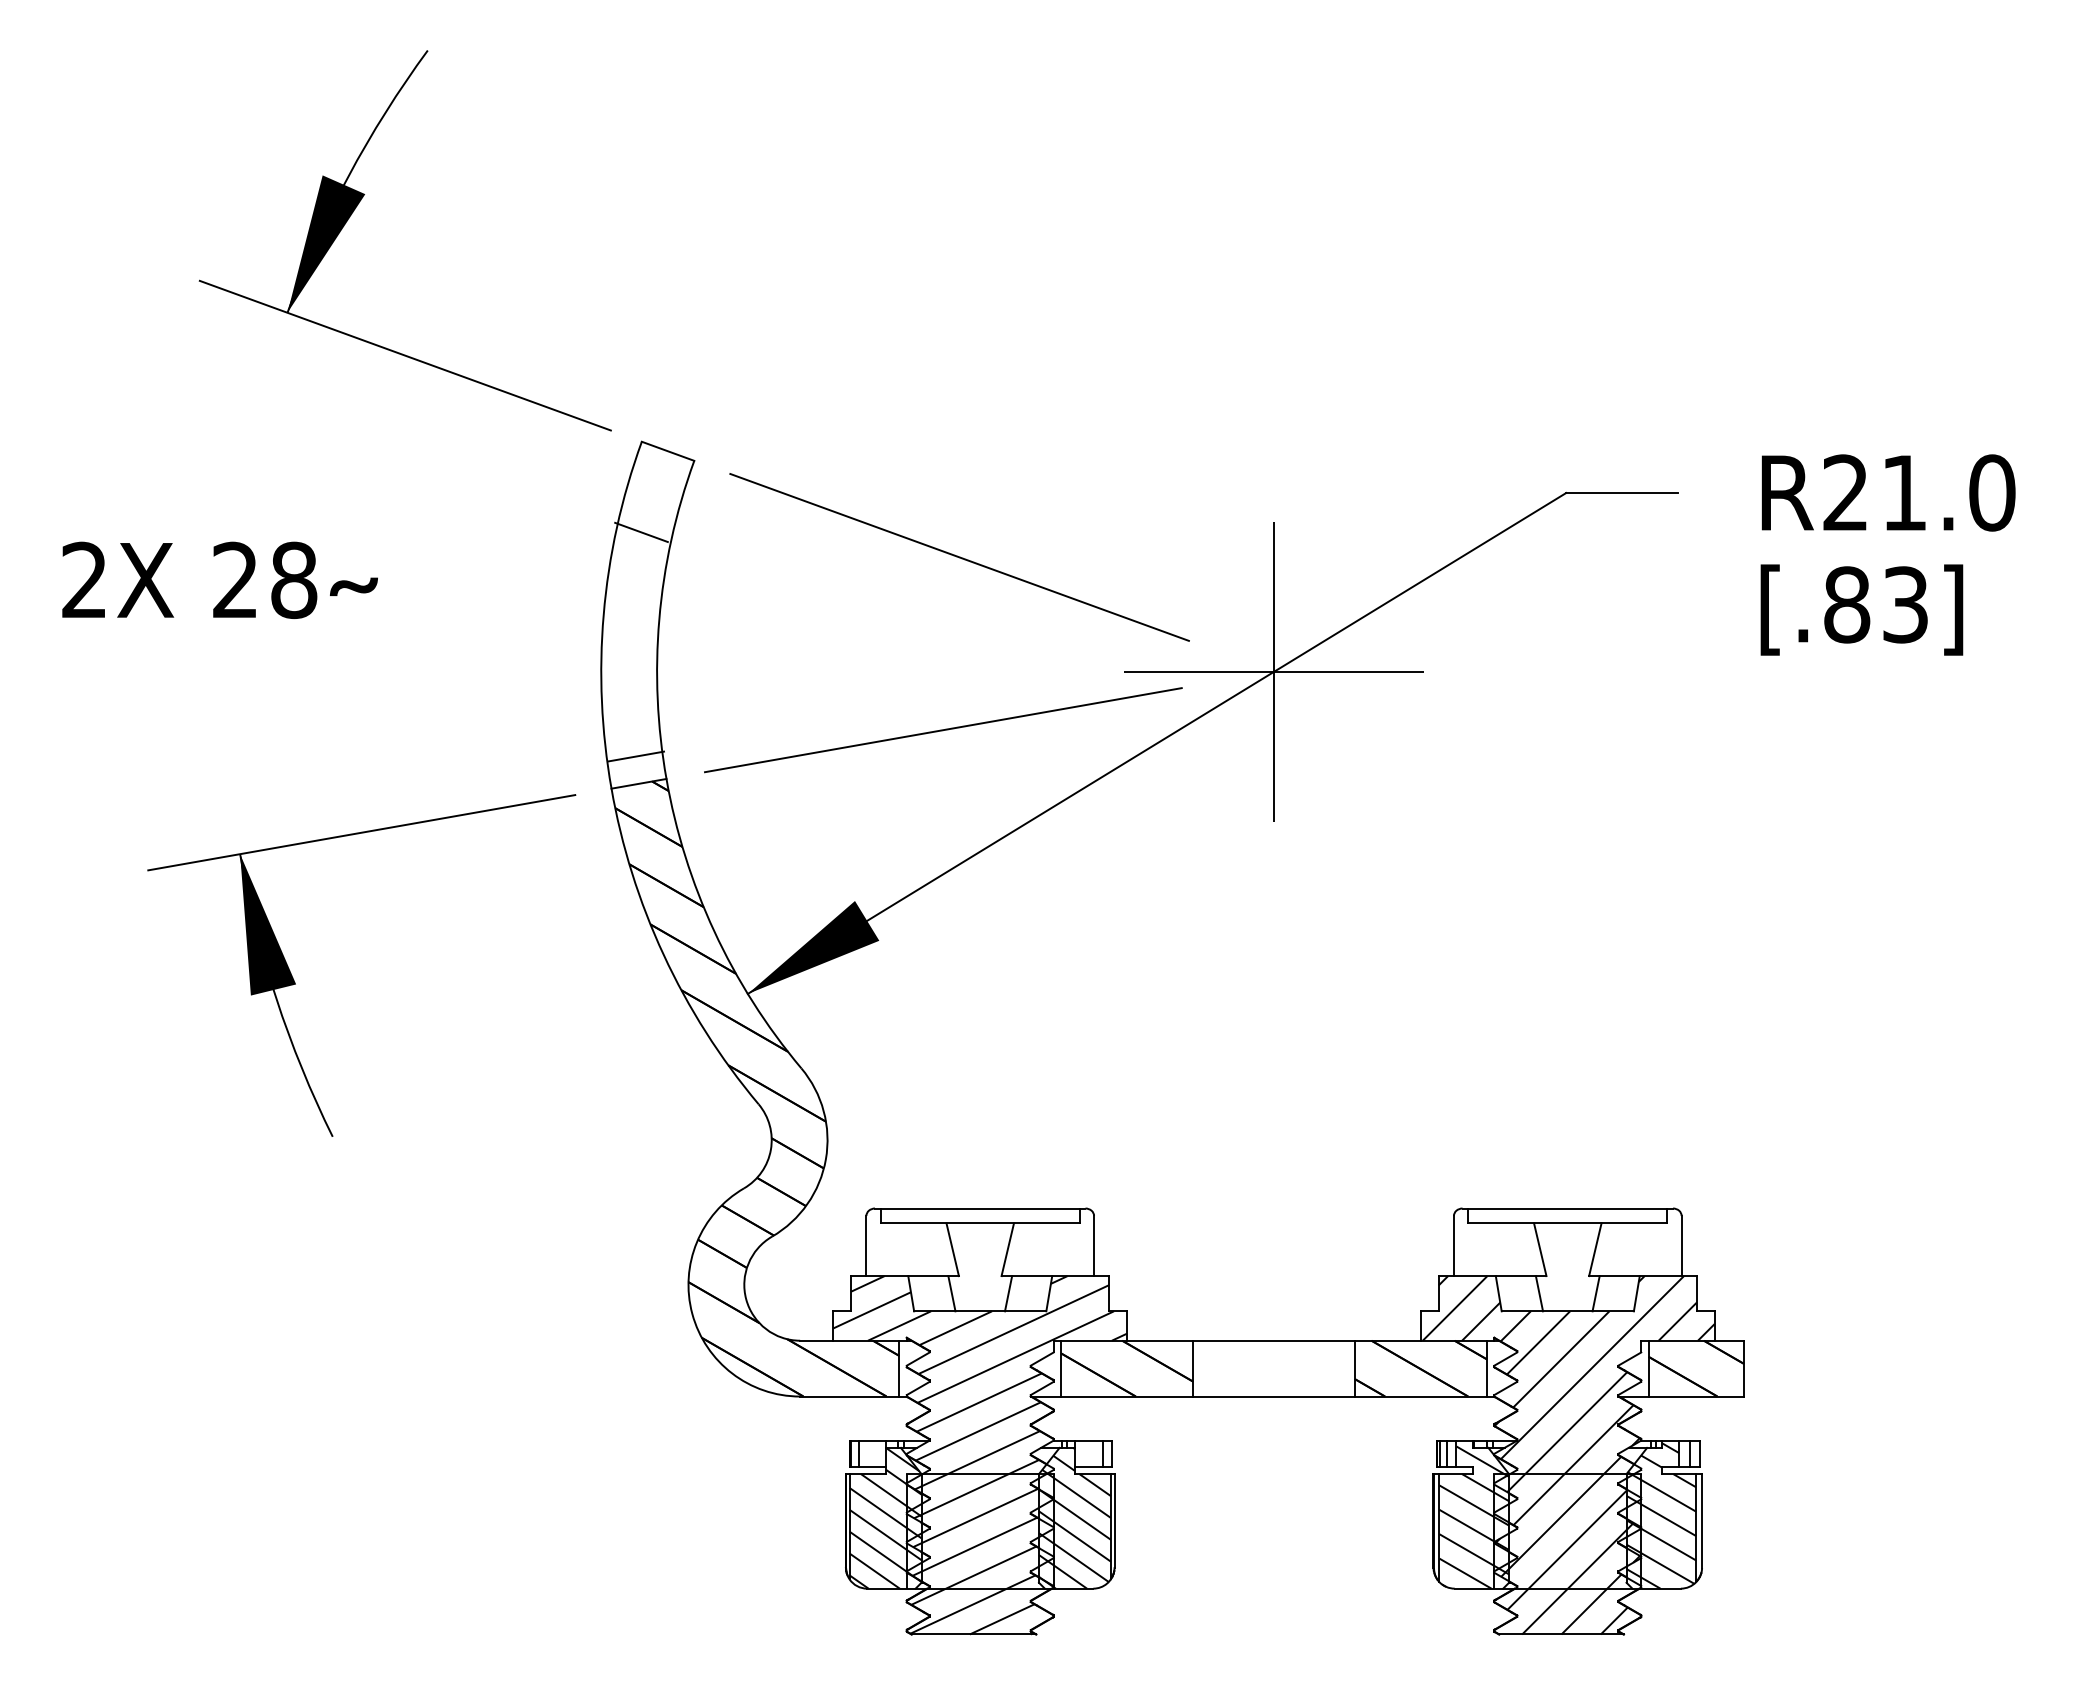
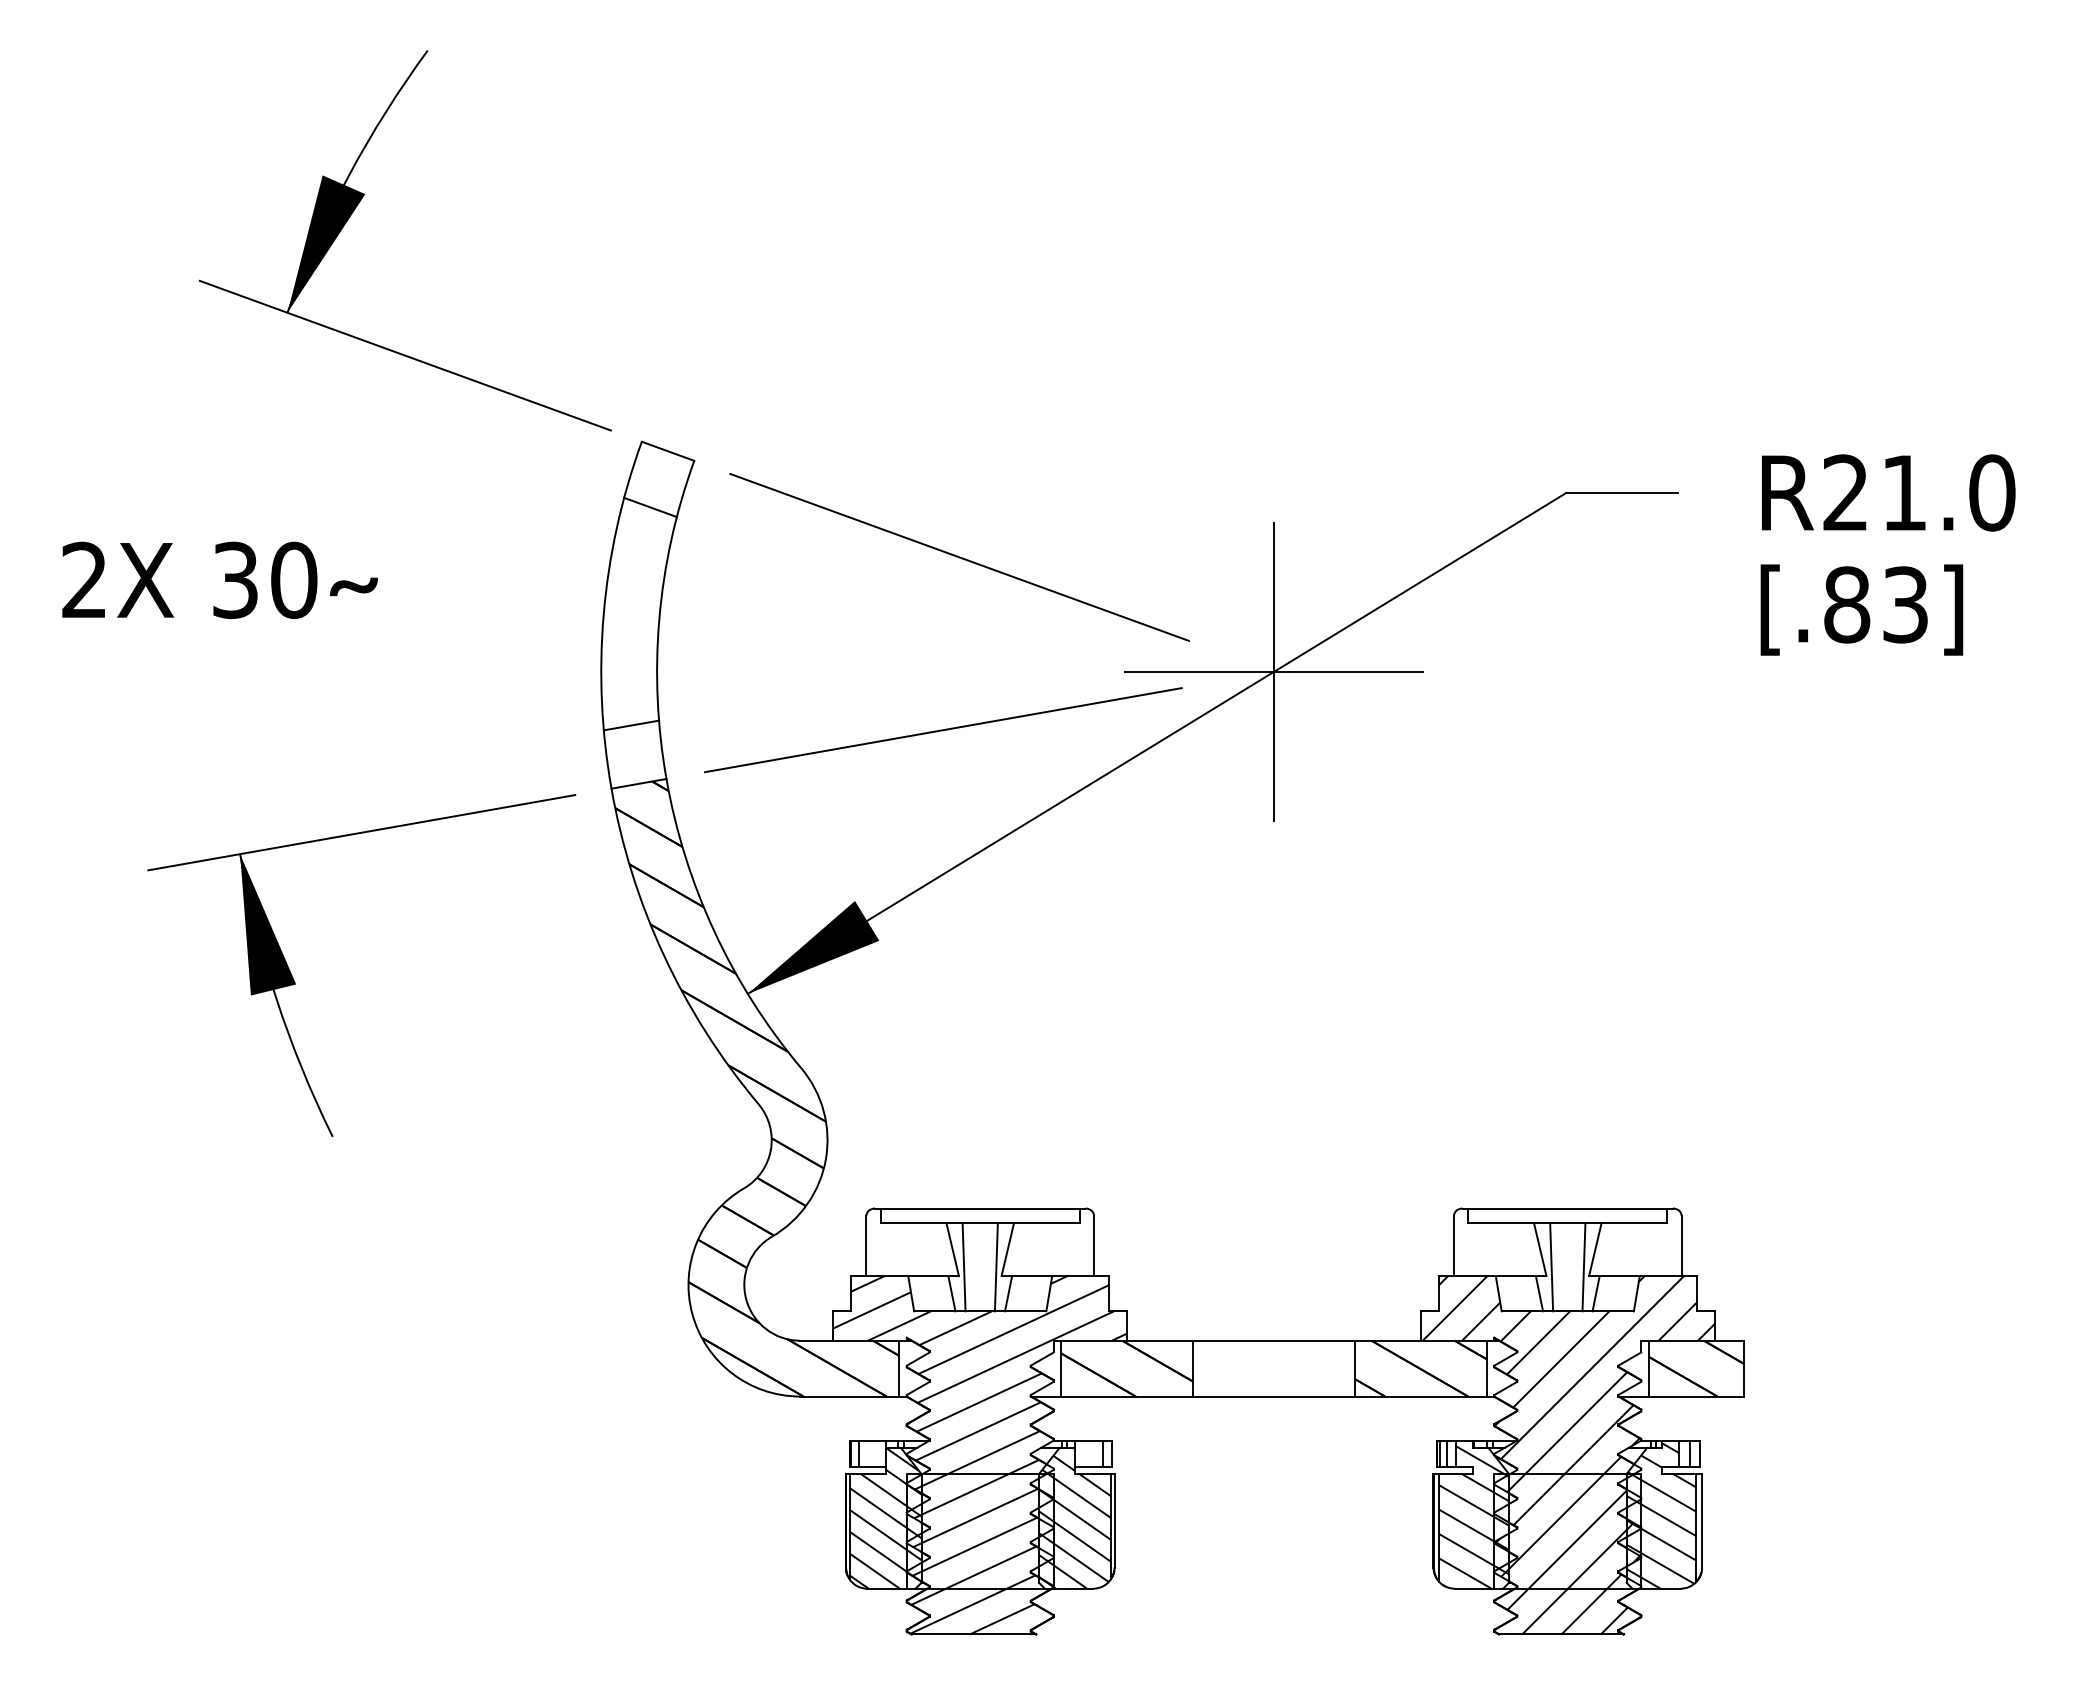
line at (641, 532) position: (641, 532) -> (650, 507)
text at (265, 580): 28 -> 30
line at (636, 756) position: (636, 756) -> (631, 725)
line at (963, 1267): none -> present
line at (995, 1267): none -> present
line at (1551, 1267): none -> present
line at (1583, 1267): none -> present
